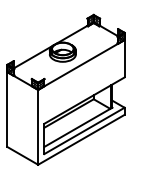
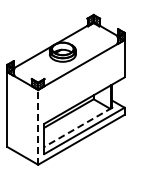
line at (38, 126): solid -> dashed
line at (77, 127): solid -> dashed
